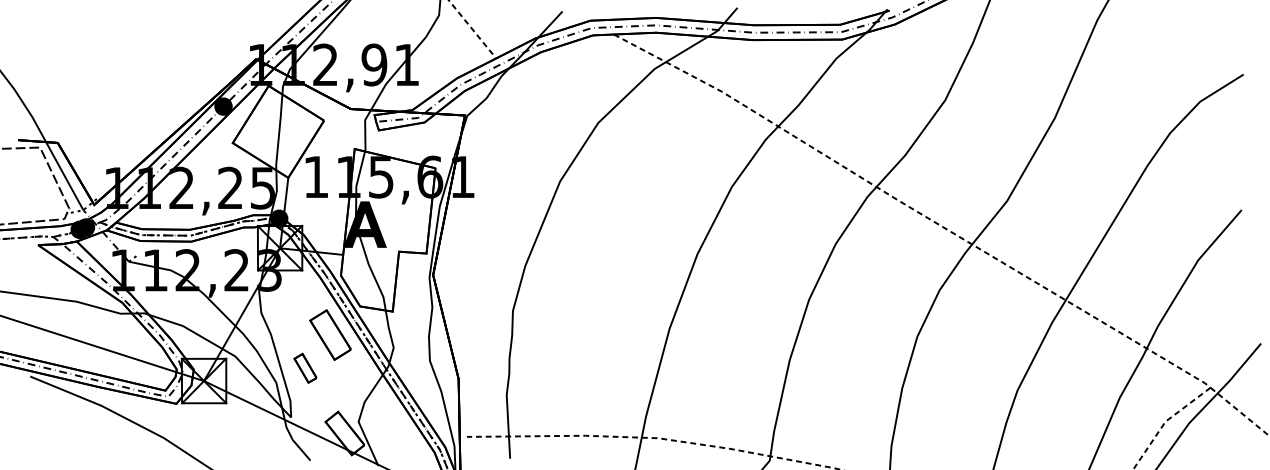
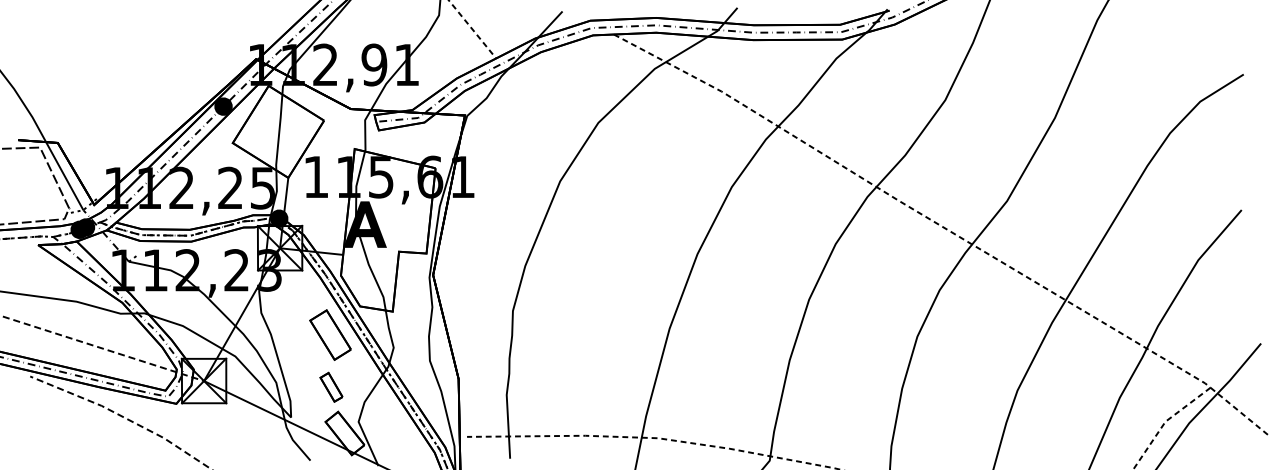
line at (102, 348): solid -> dashed
part at (305, 367) position: (305, 367) -> (331, 386)
line at (123, 417): solid -> dashed
